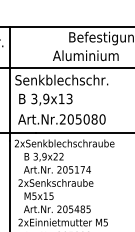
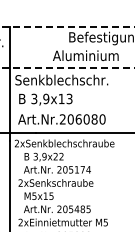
line at (66, 27): solid -> dashed
line at (66, 68): solid -> dashed
text at (78, 119): Art.Nr.205080 -> Art.Nr.206080
